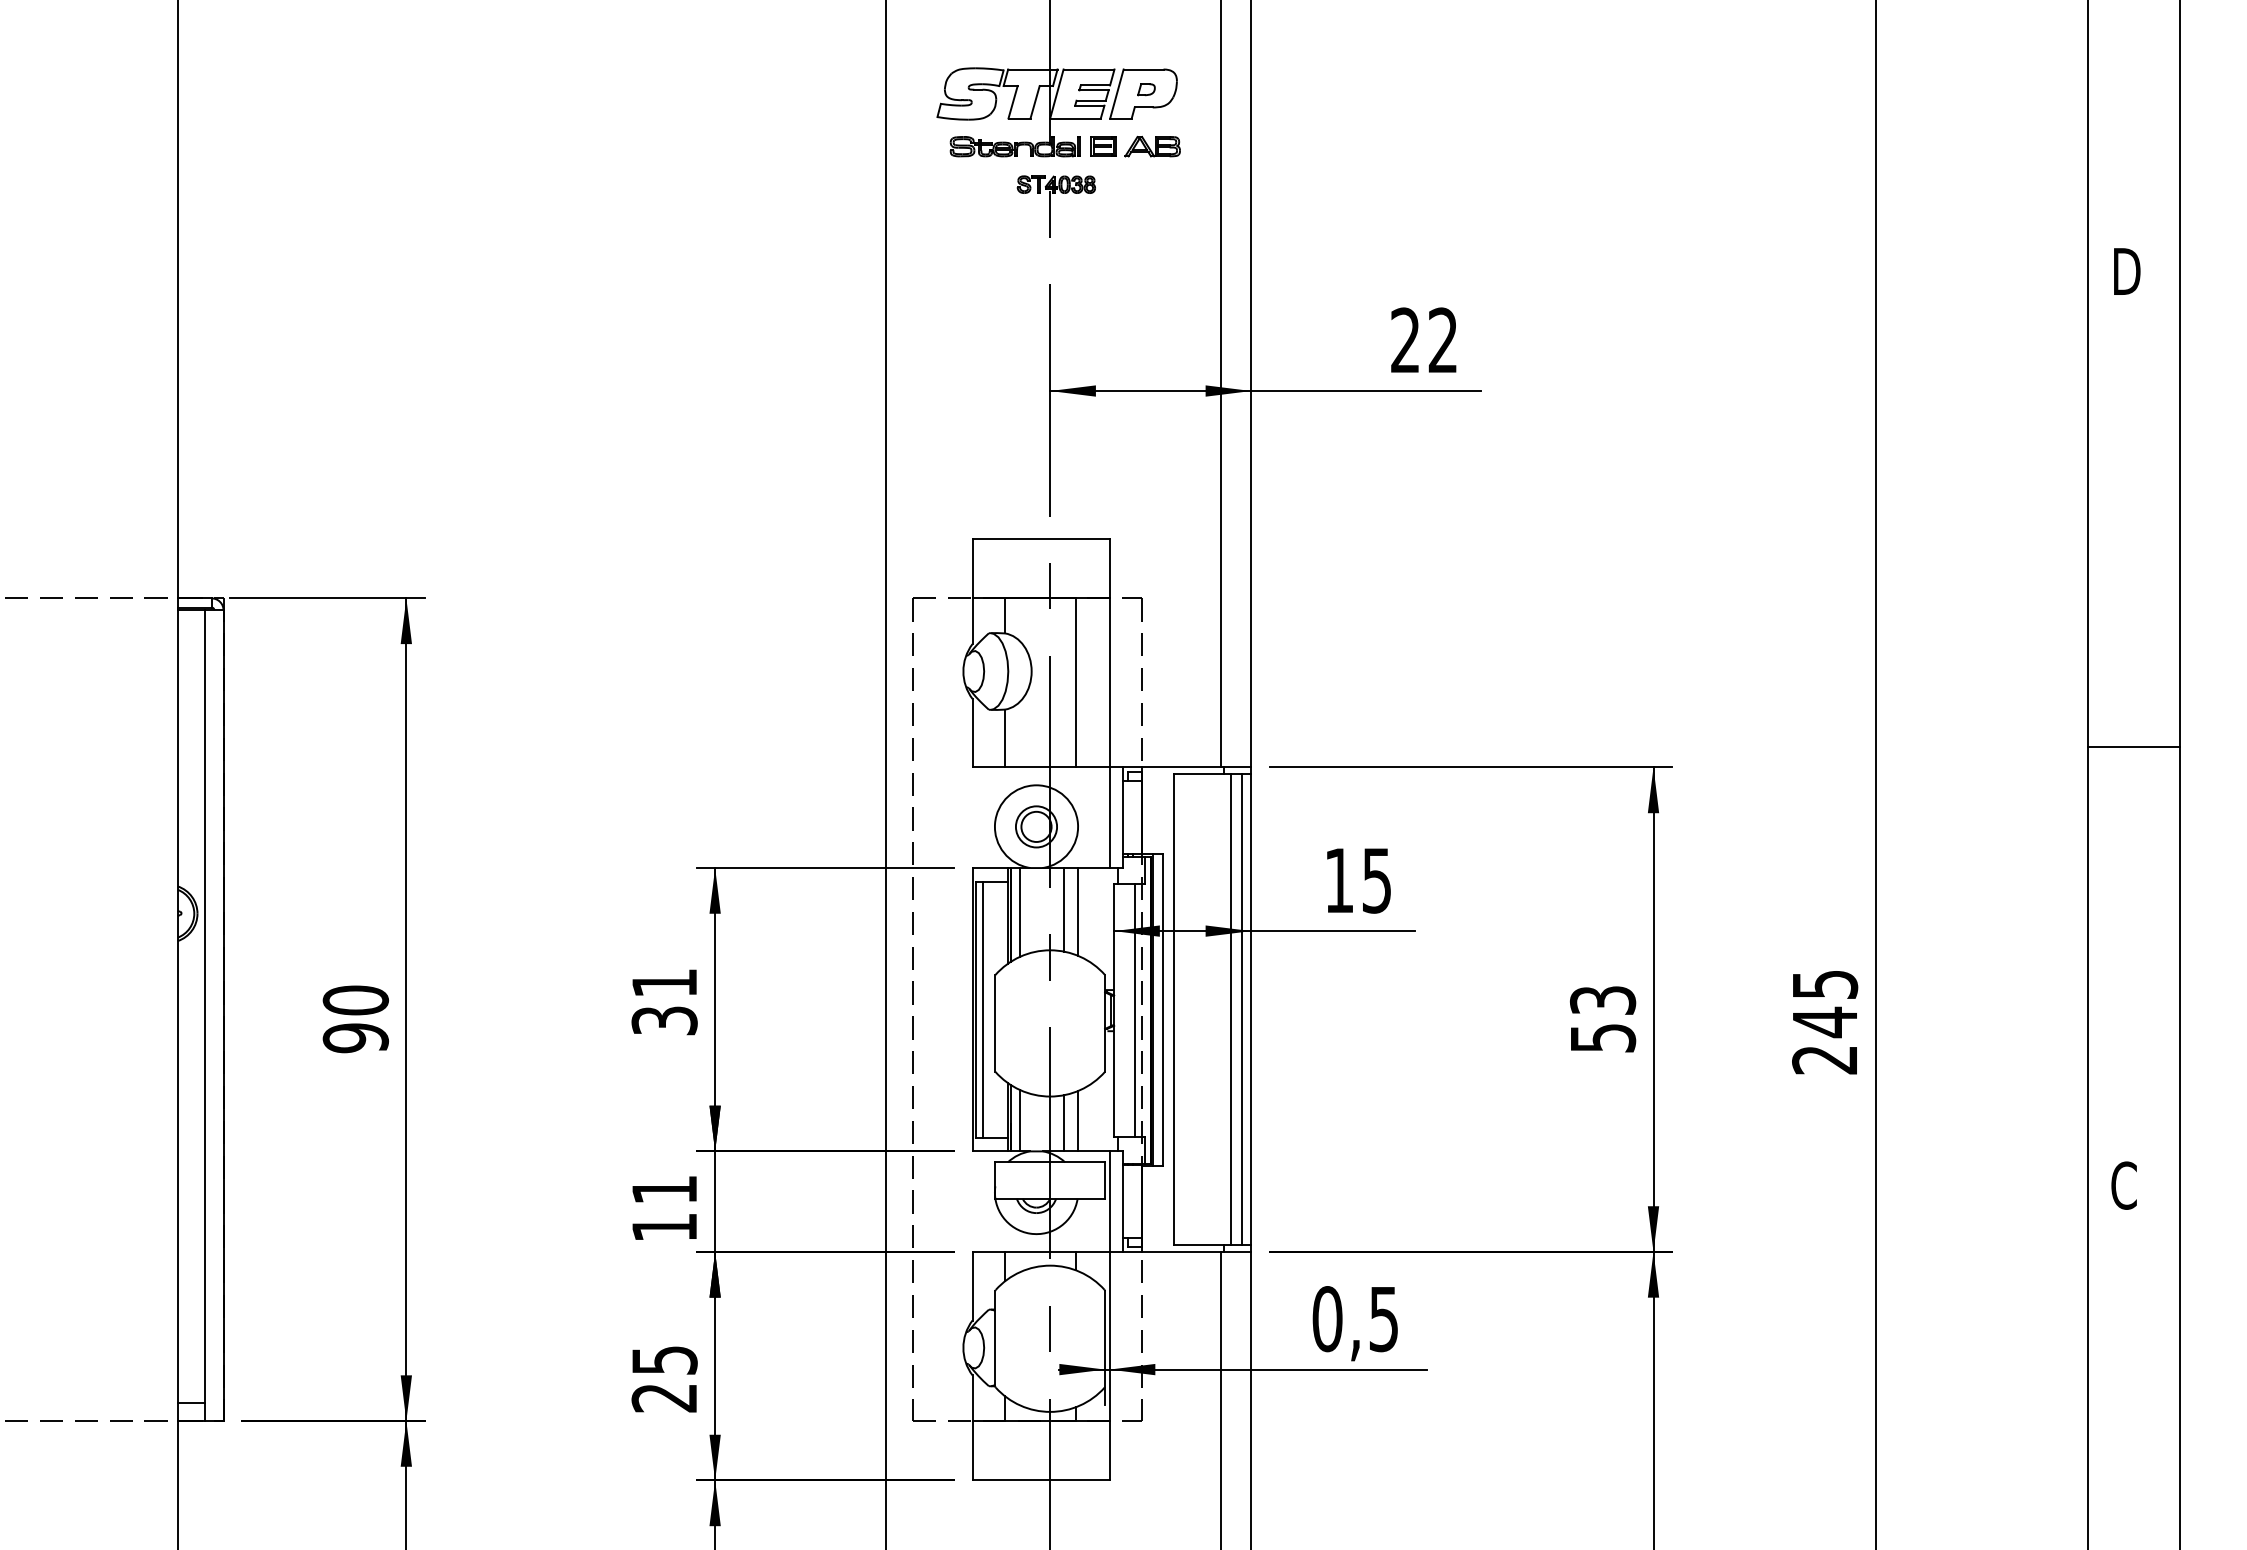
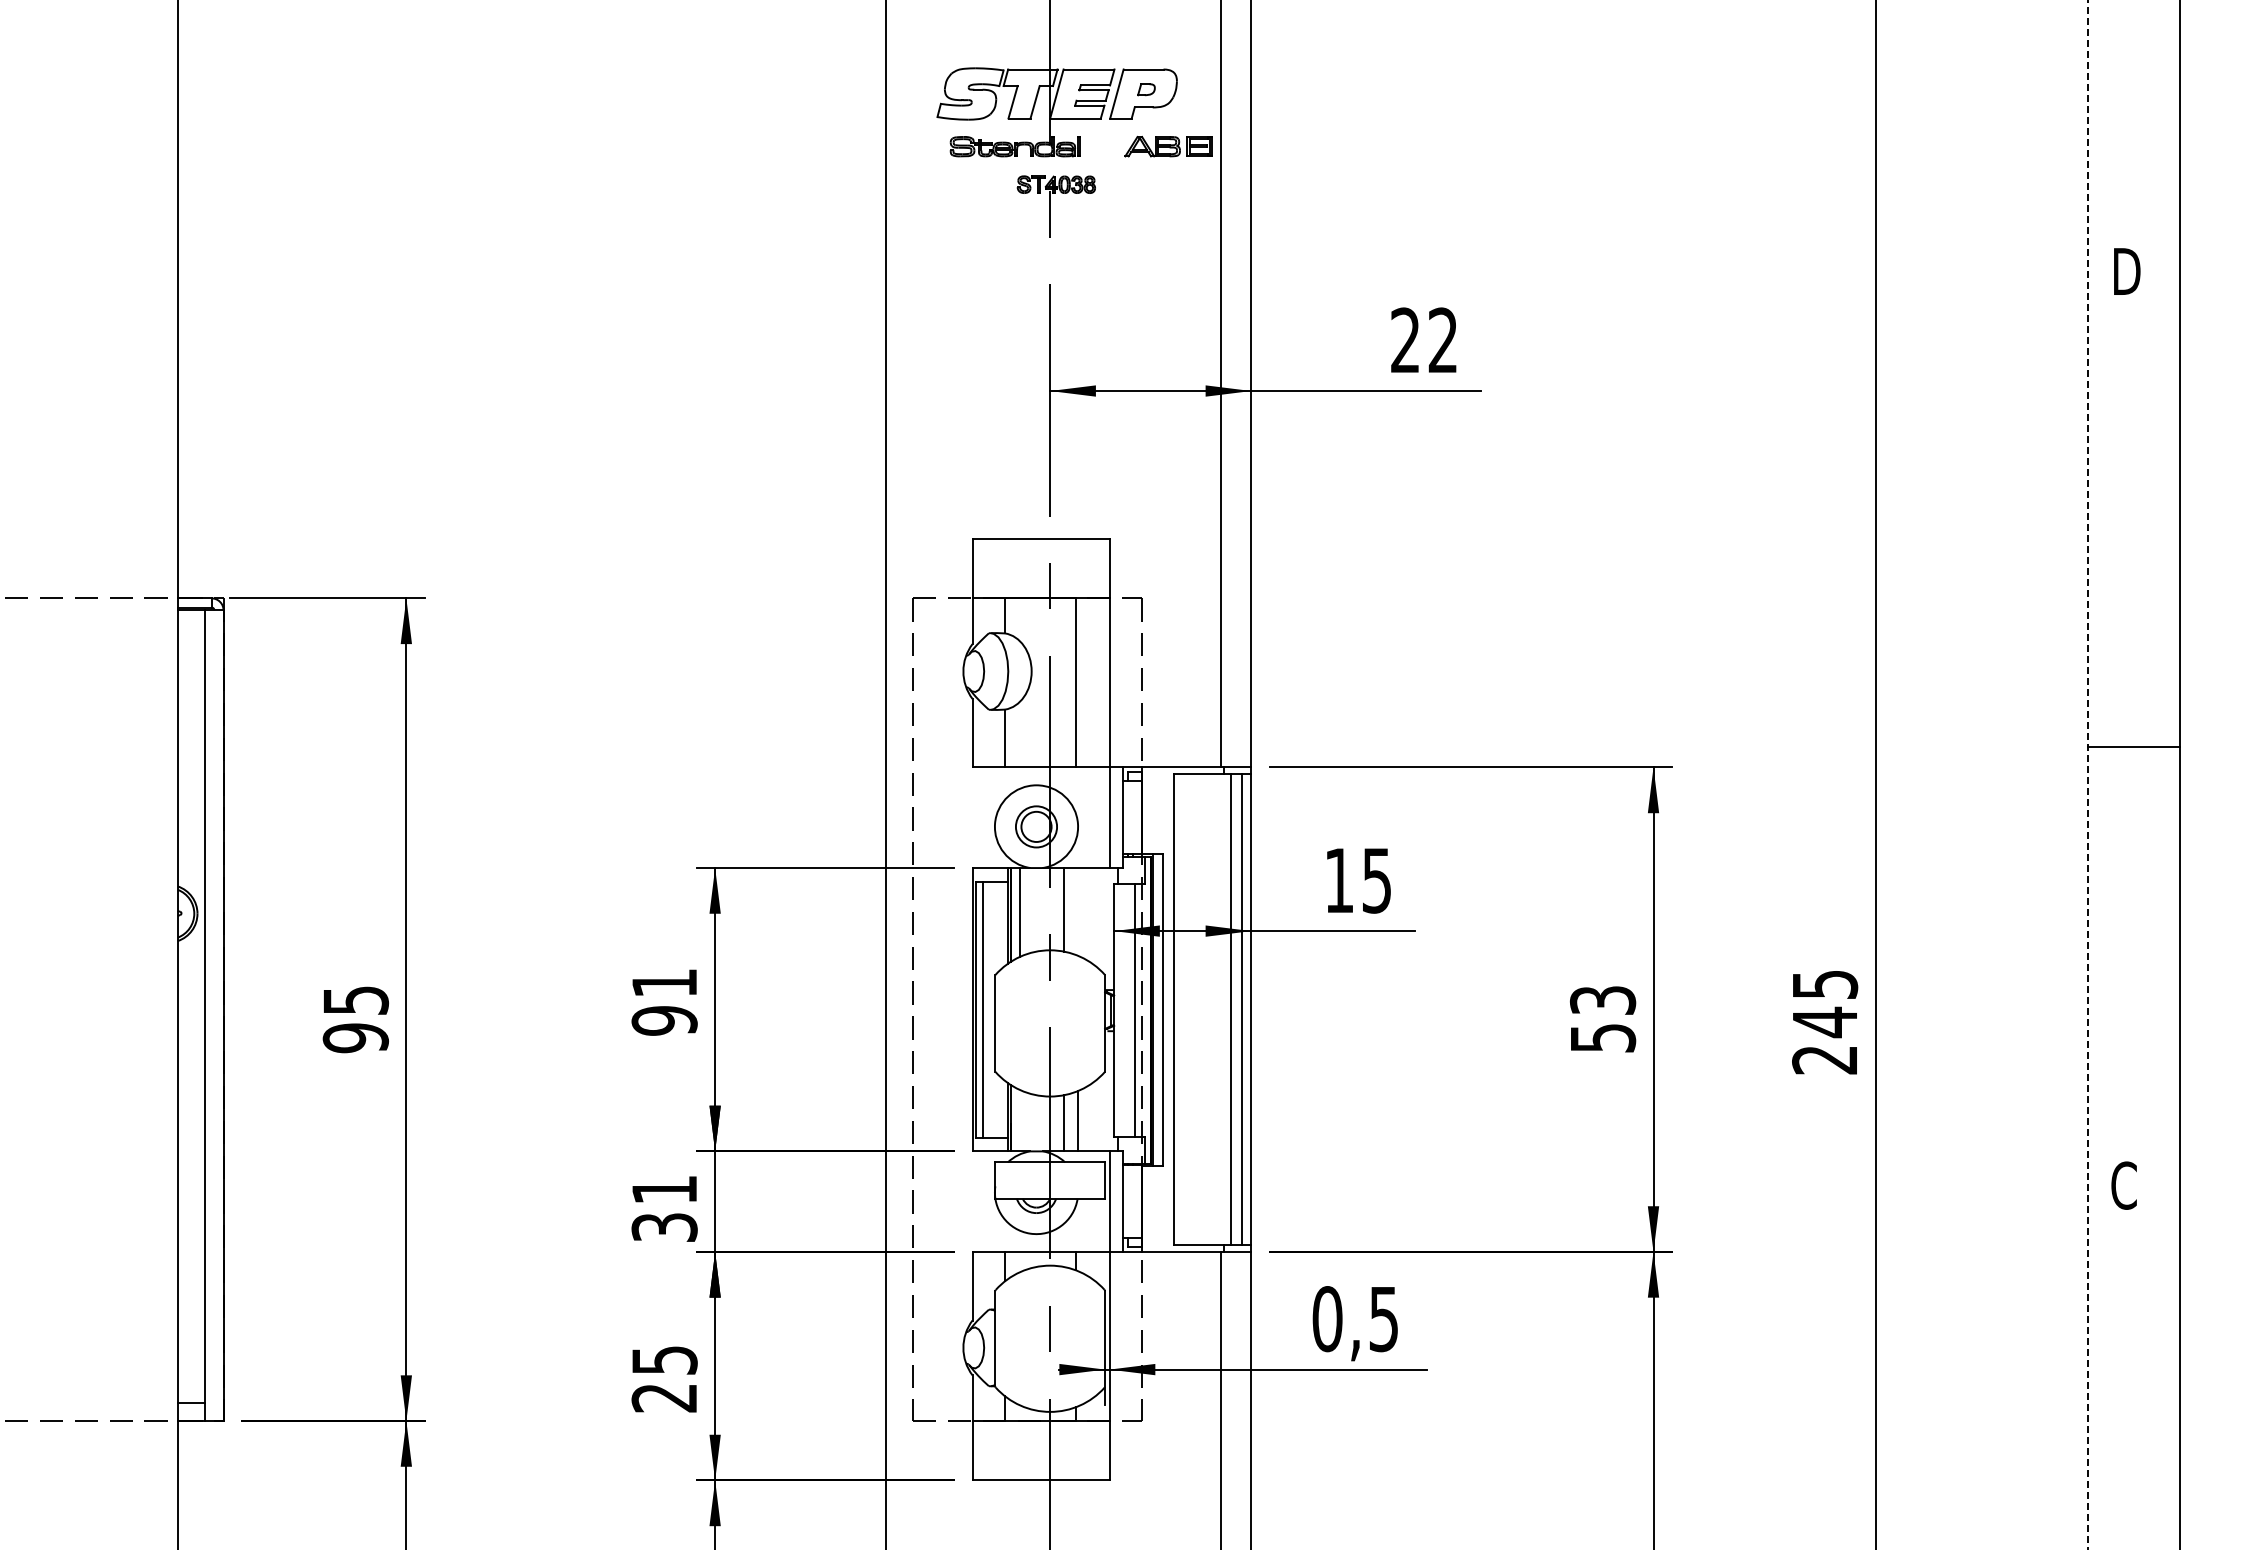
part at (1103, 146) position: (1103, 146) -> (1199, 146)
line at (2088, 774): solid -> dashed
line at (1077, 911): present -> none
text at (355, 1000): 90 -> 95
text at (664, 1020): 31 -> 91
line at (1020, 1120): present -> none
text at (664, 1227): 11 -> 31
